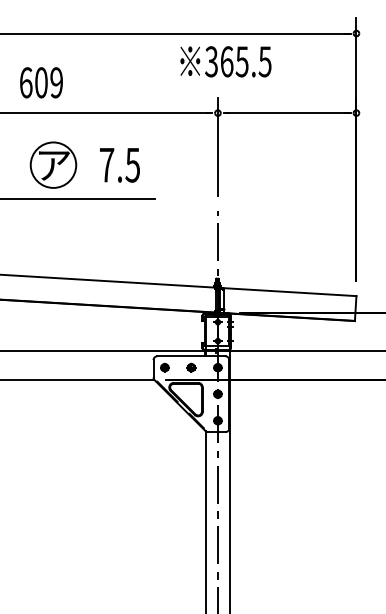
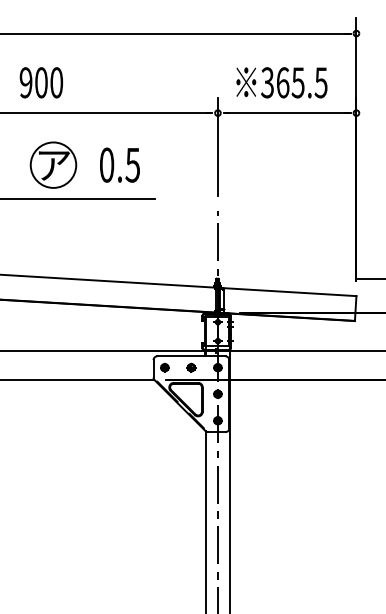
text at (225, 61) position: (225, 61) -> (281, 82)
text at (41, 82): 609 -> 900
text at (107, 164): 7.5 -> 0.5
line at (370, 279): none -> present
